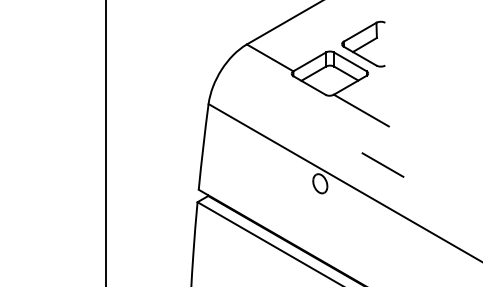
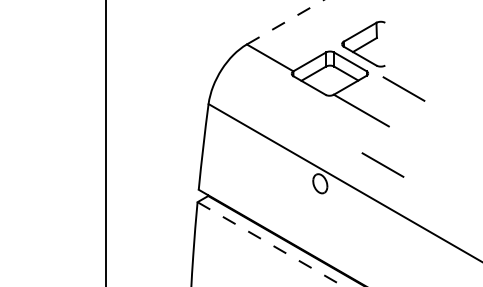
line at (285, 22): solid -> dashed
line at (403, 88): none -> present
line at (271, 244): solid -> dashed
